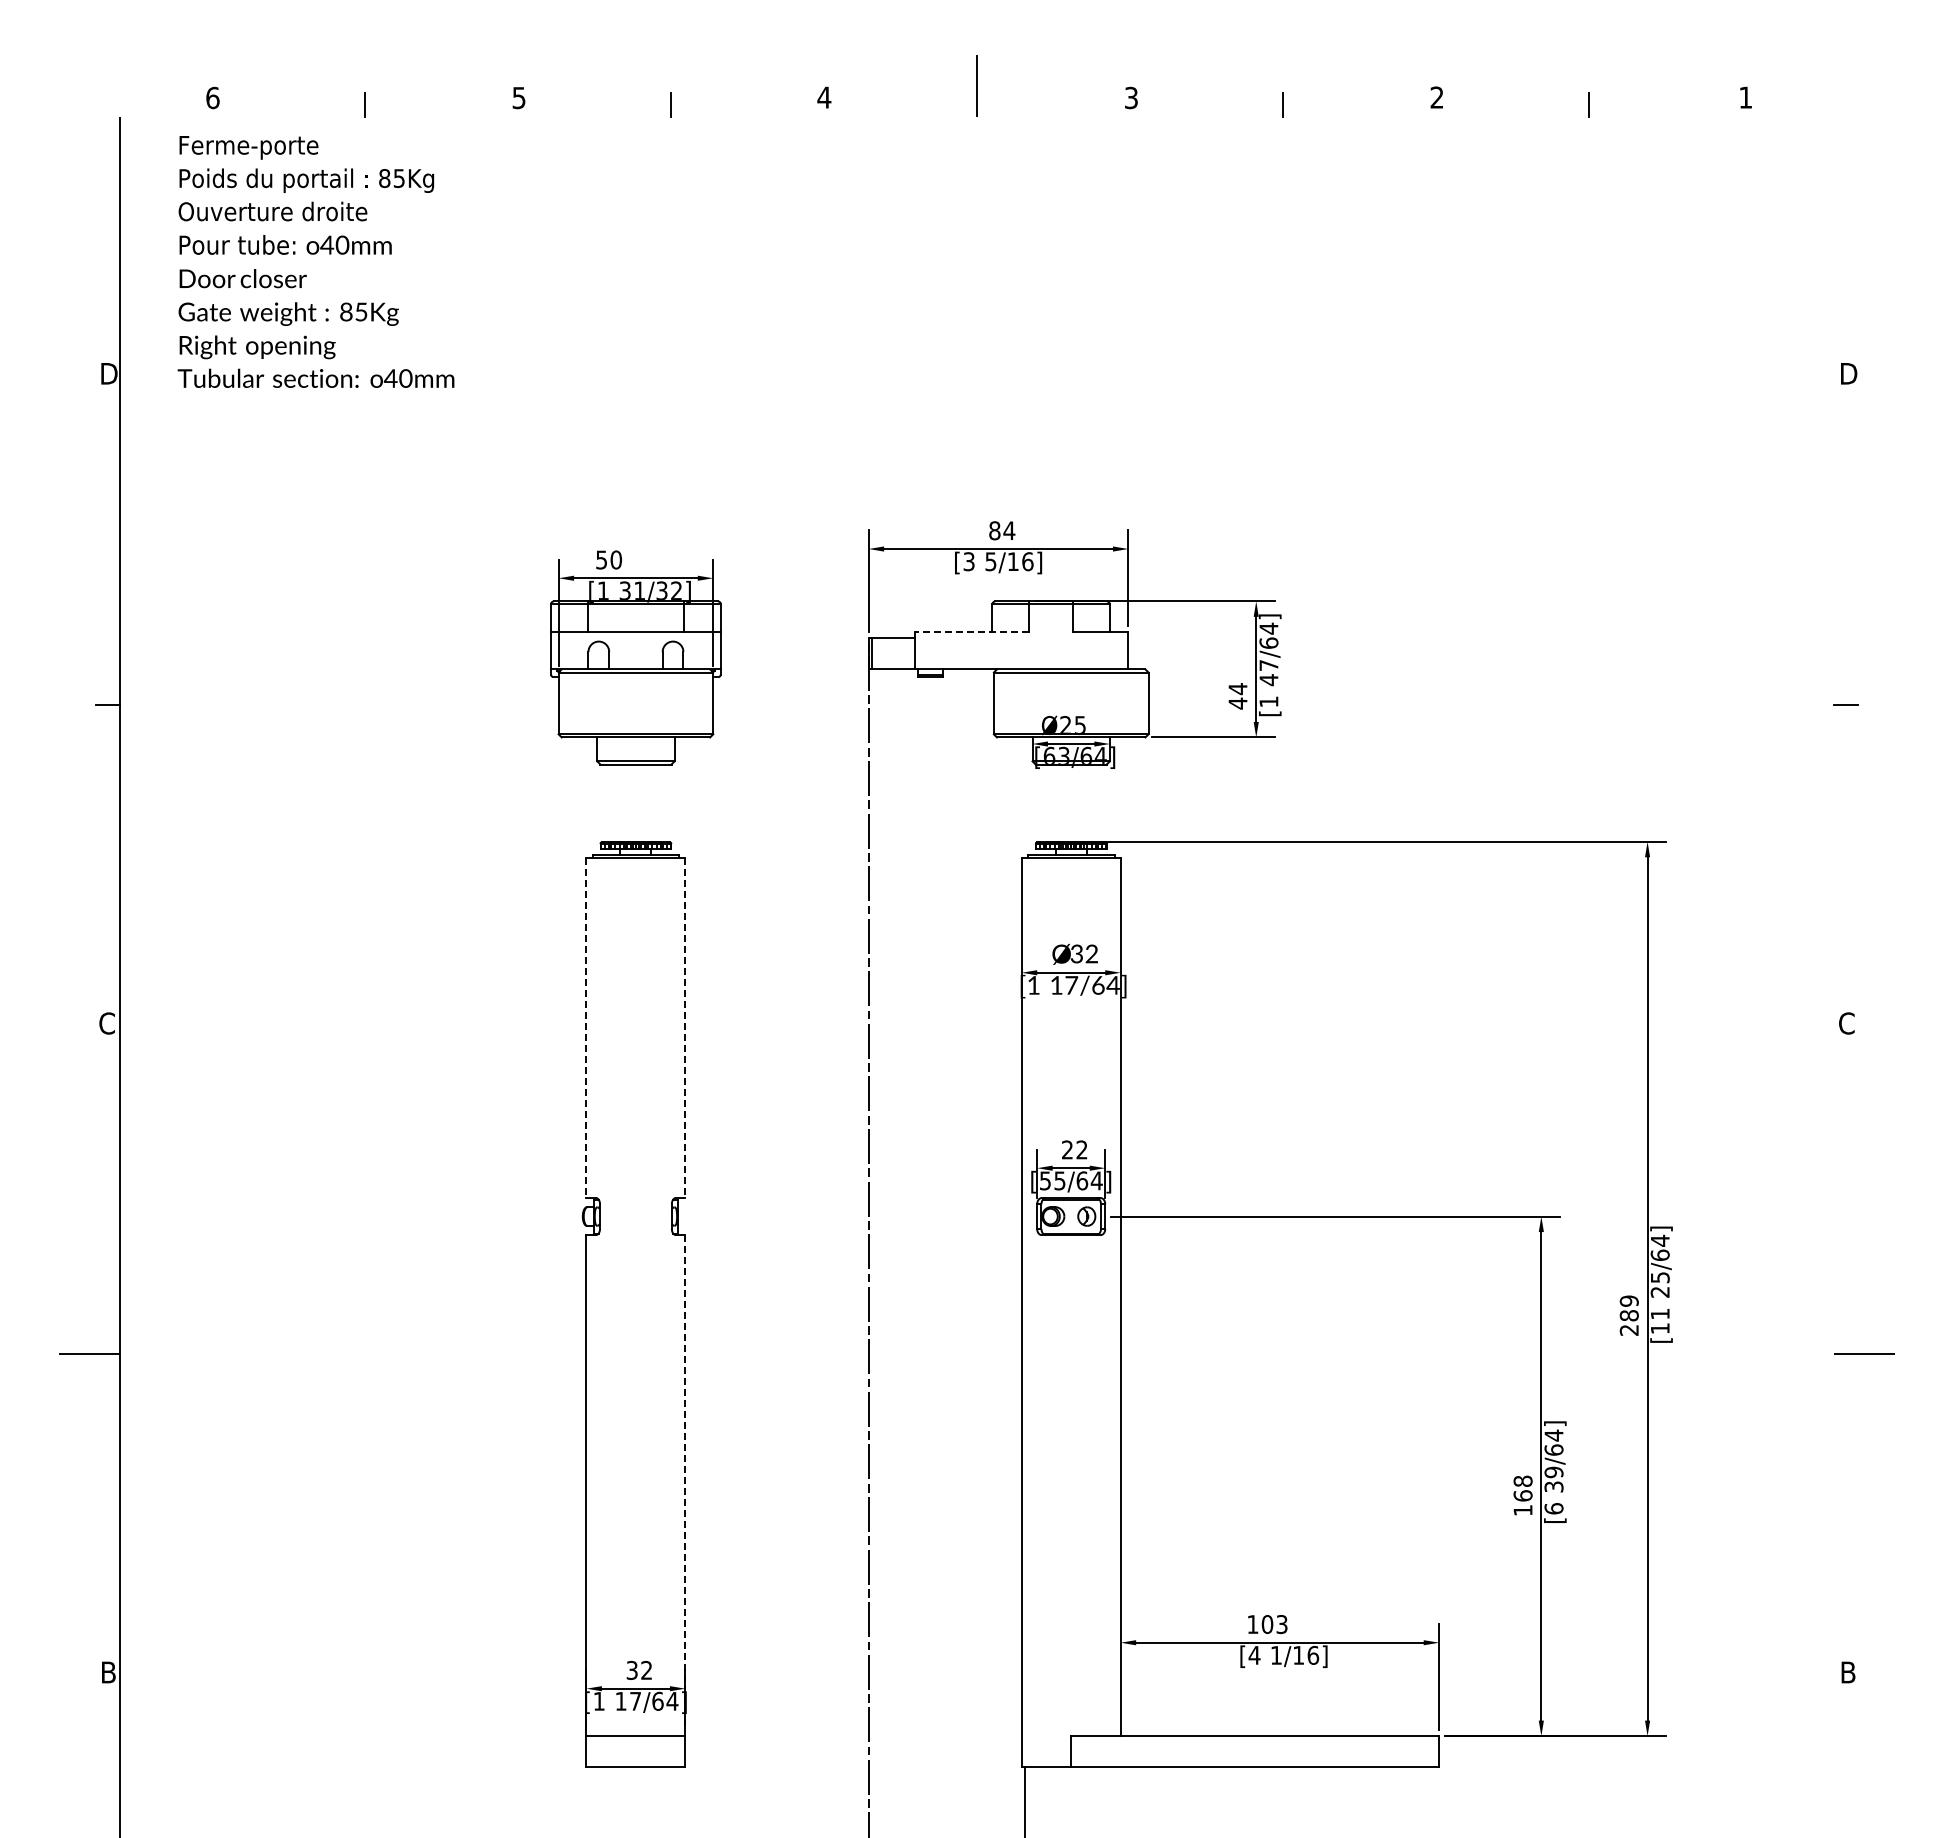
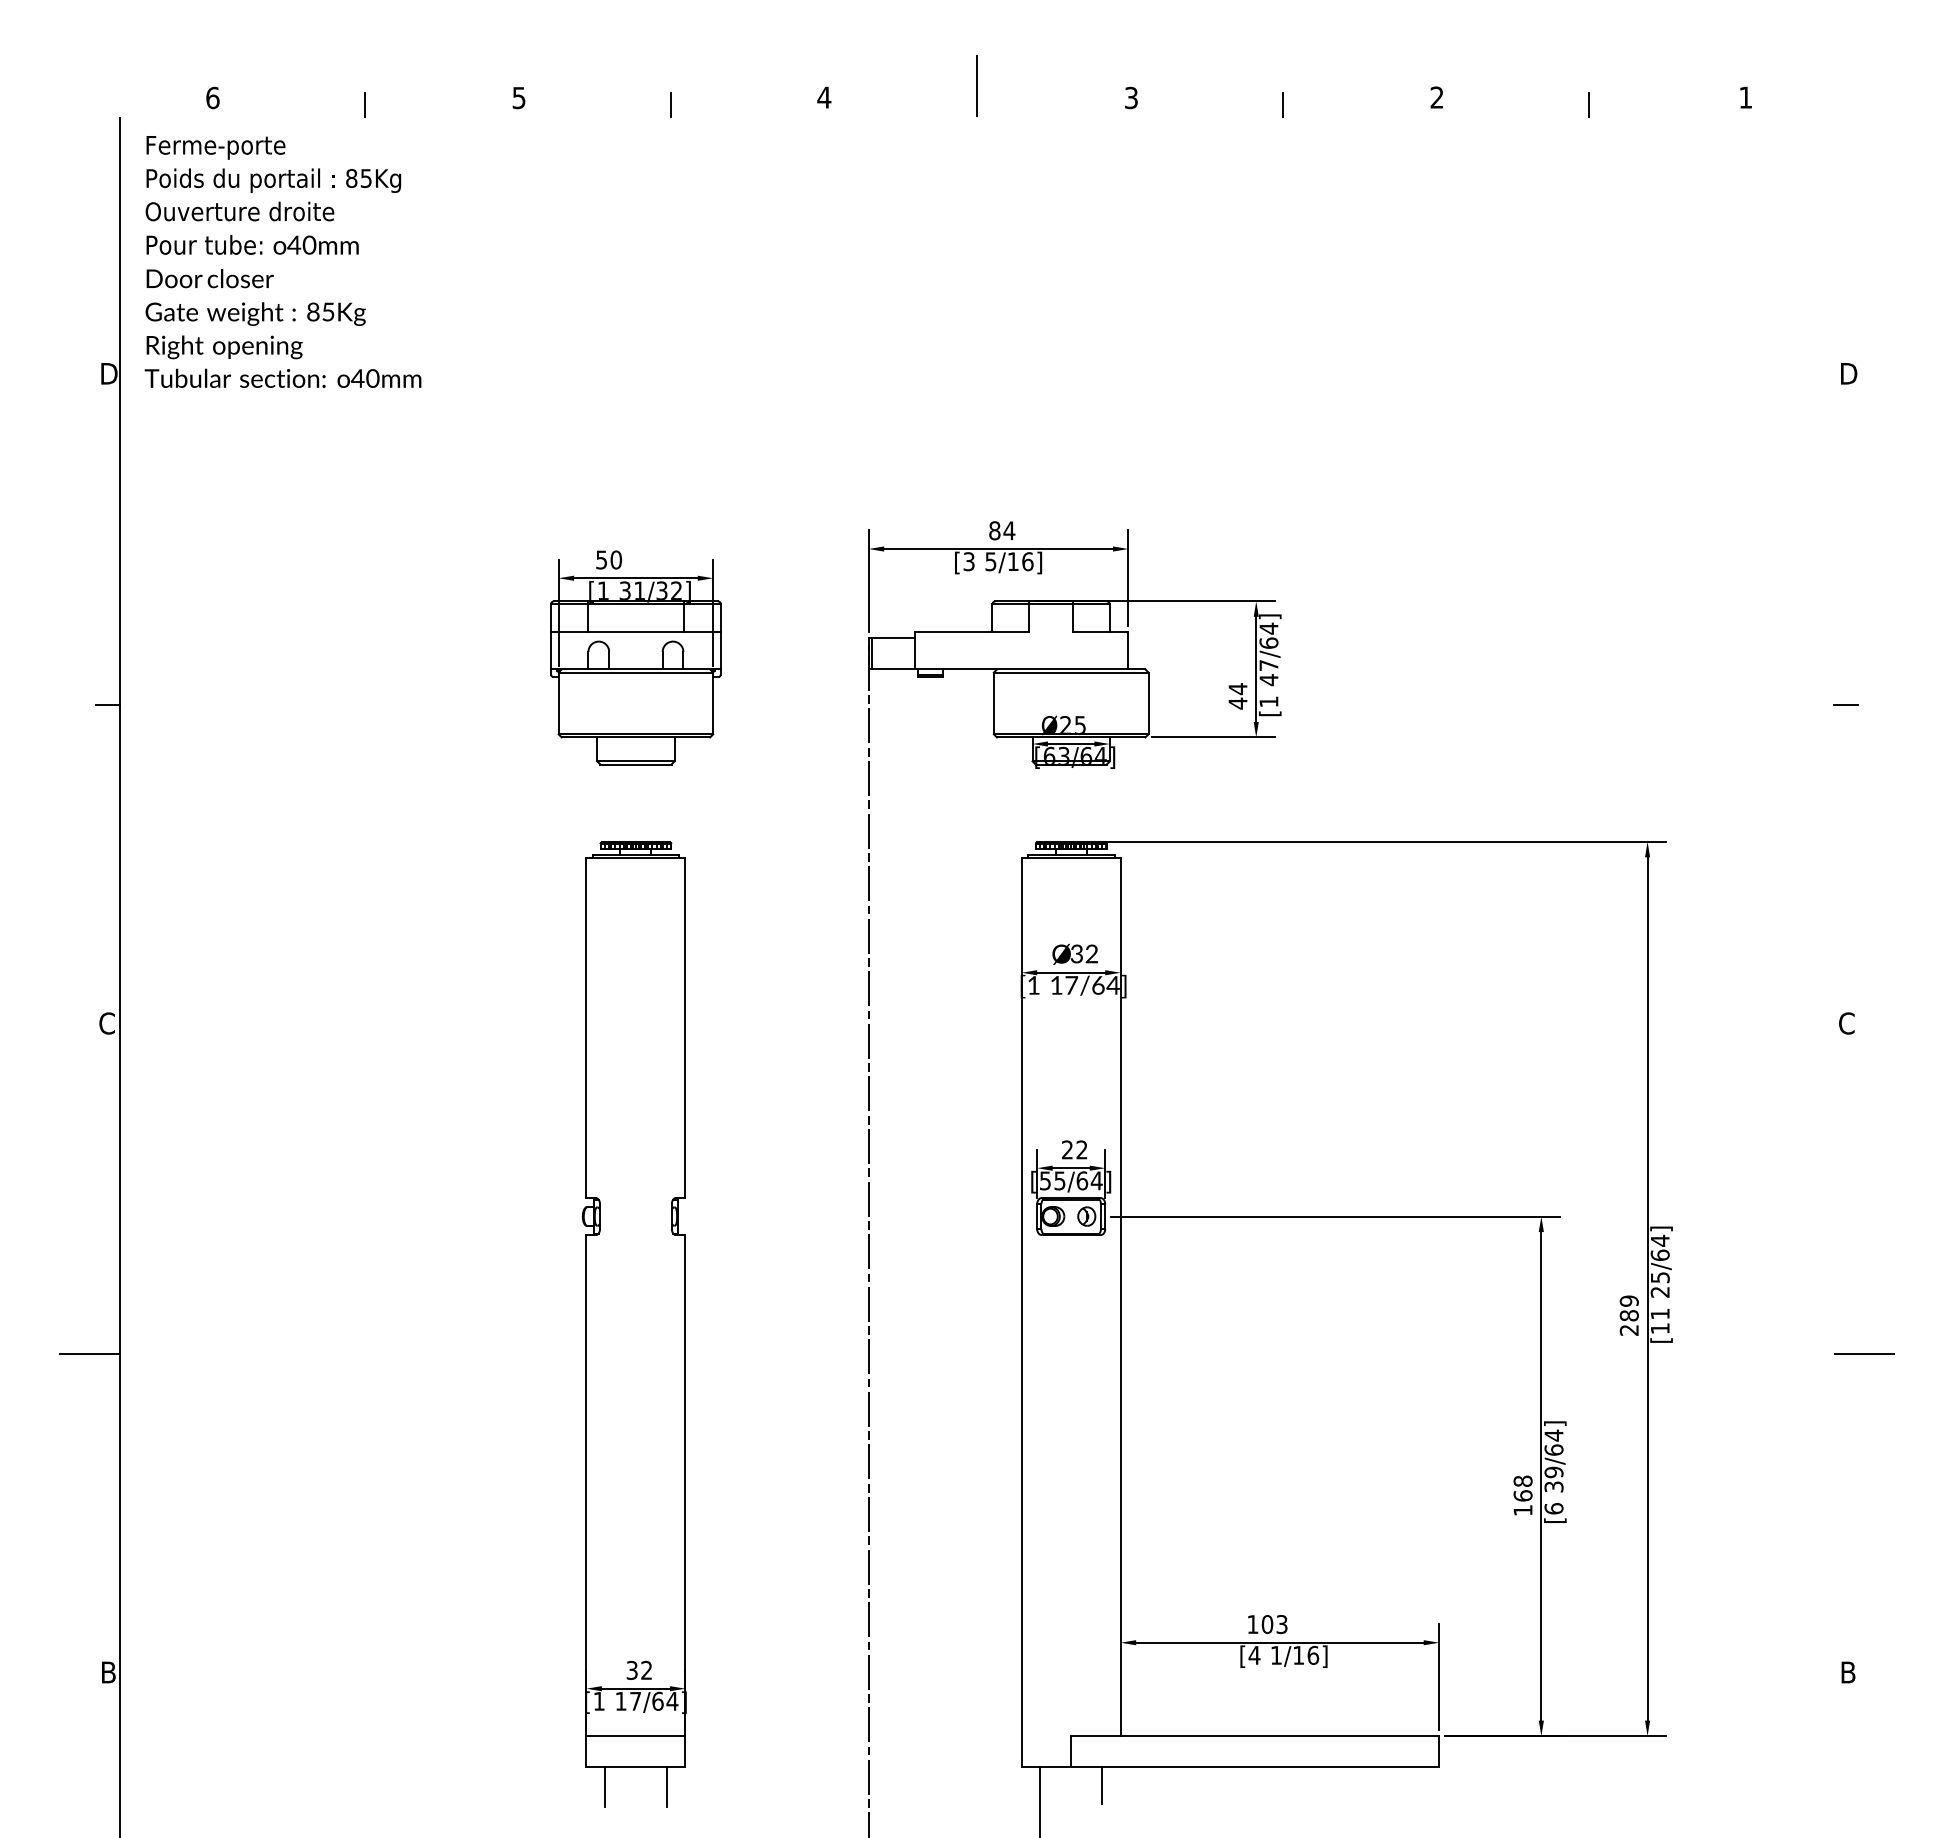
text at (315, 261) position: (315, 261) -> (282, 261)
line at (971, 632): dashed -> solid
line at (586, 1028): dashed -> solid
line at (685, 1028): dashed -> solid
line at (685, 1486): dashed -> solid
line at (1102, 1785): none -> present
line at (605, 1786): none -> present
line at (666, 1786): none -> present
line at (1025, 1800) position: (1025, 1800) -> (1040, 1800)
